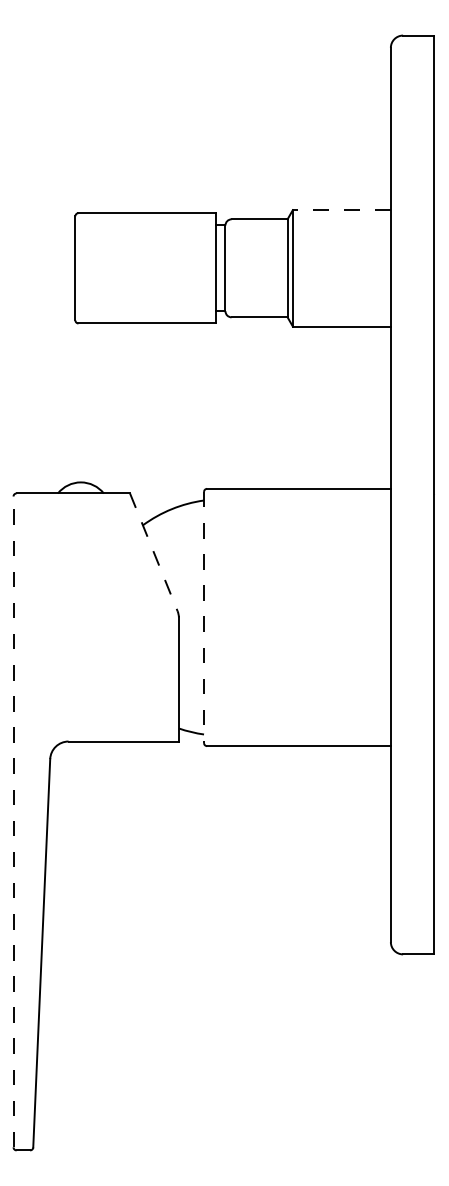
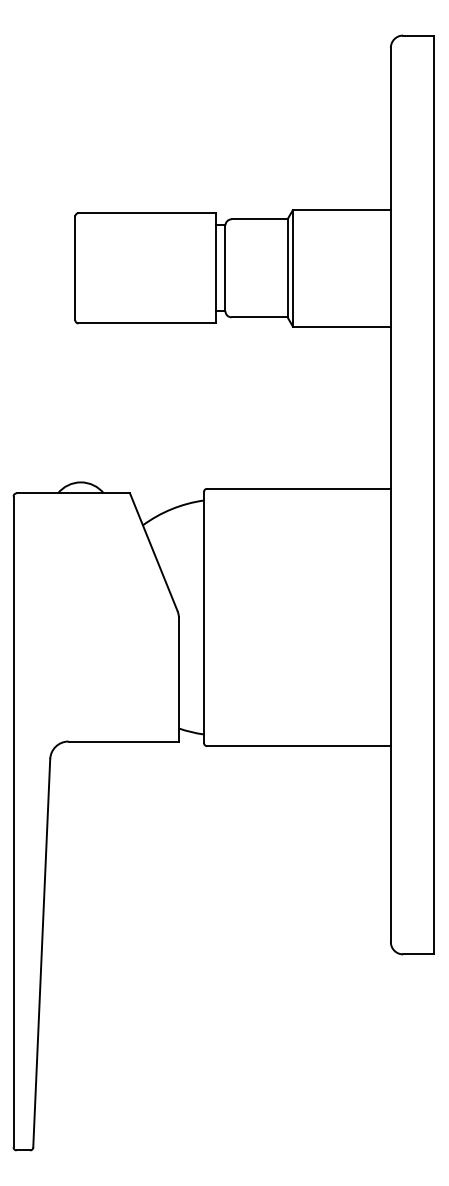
line at (341, 210): dashed -> solid
line at (154, 552): dashed -> solid
line at (204, 617): dashed -> solid
line at (13, 821): dashed -> solid
